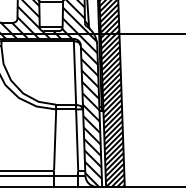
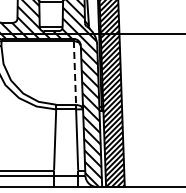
line at (74, 72): solid -> dashed
